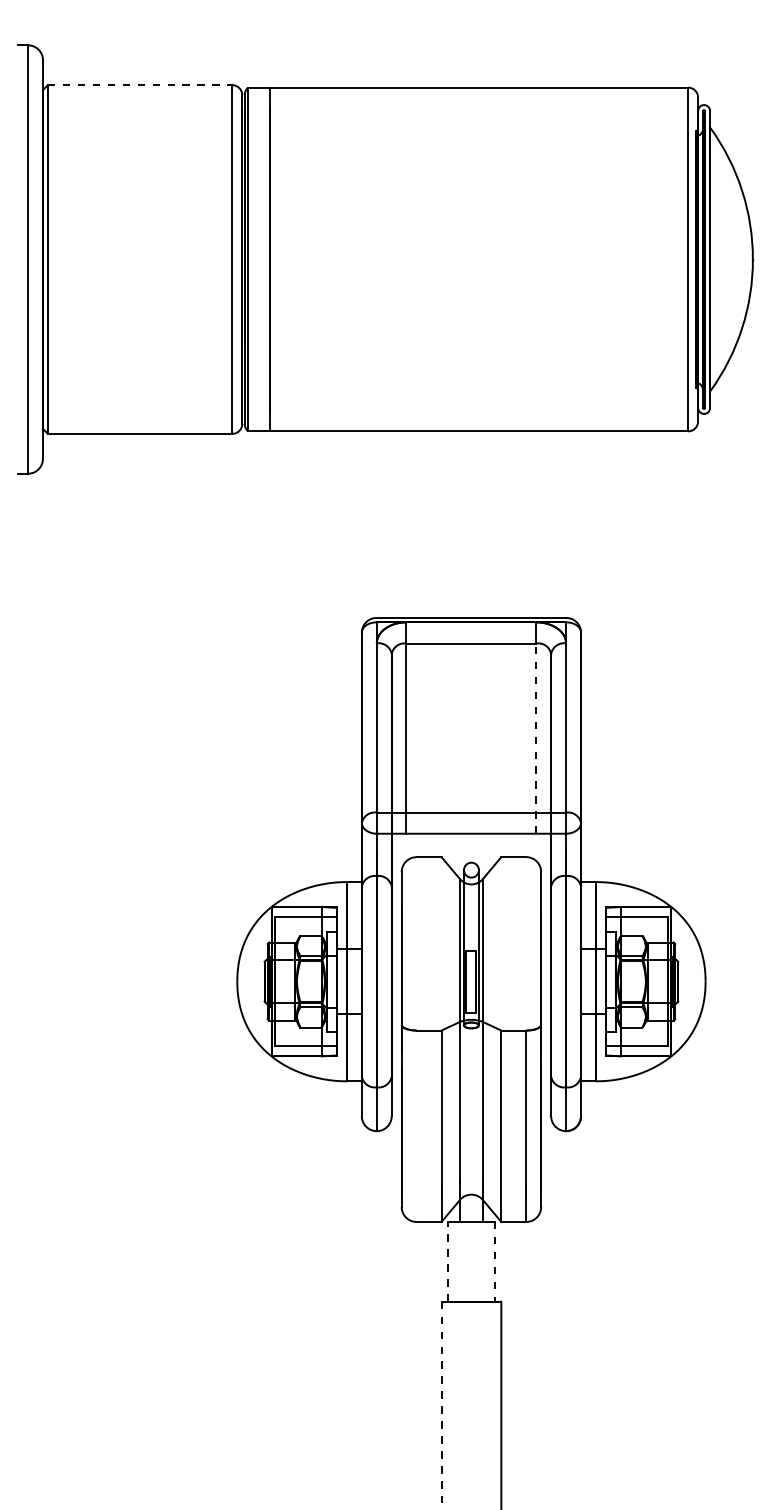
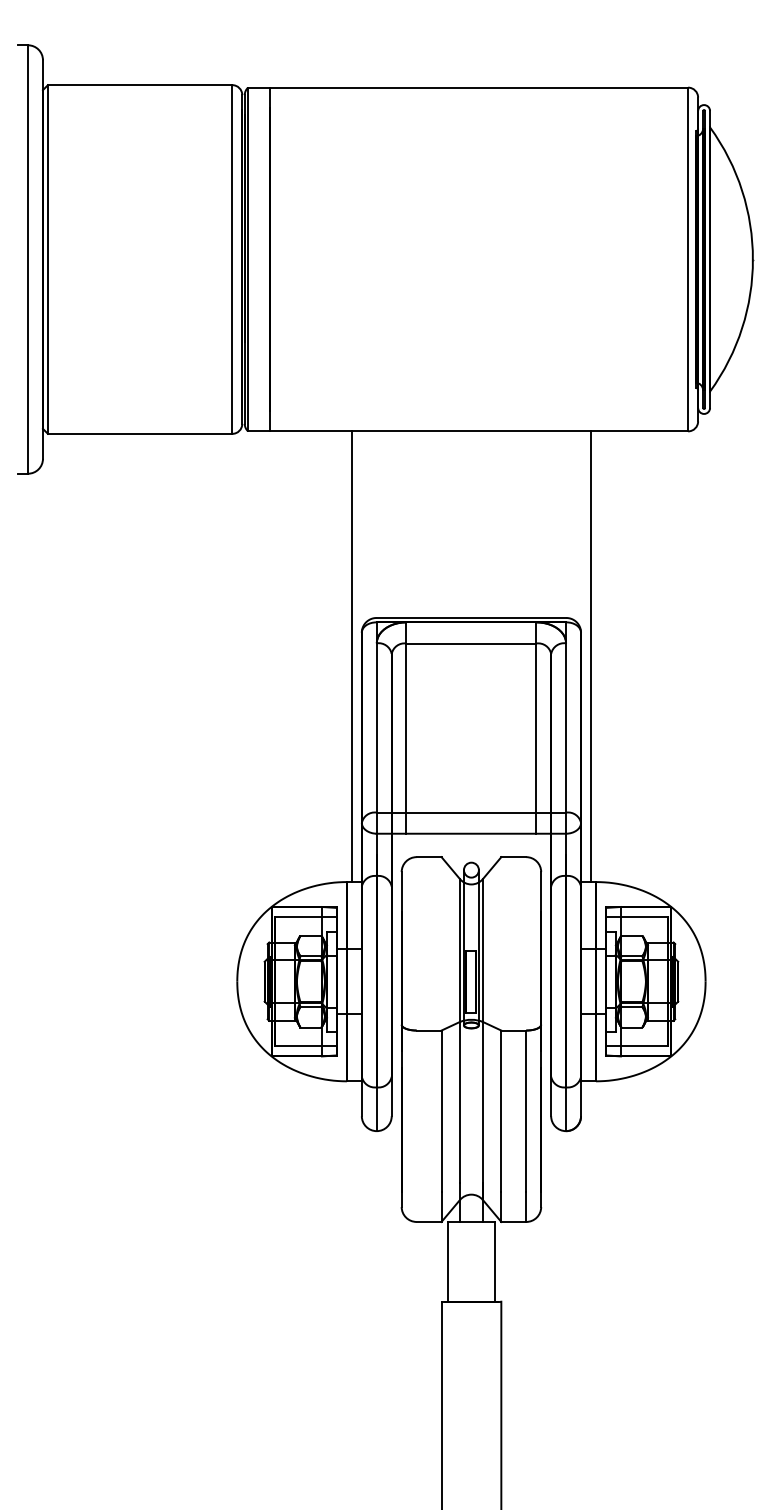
line at (140, 85): dashed -> solid
line at (351, 656): none -> present
line at (591, 656): none -> present
line at (536, 738): dashed -> solid
line at (447, 1261): dashed -> solid
line at (495, 1261): dashed -> solid
line at (441, 1405): dashed -> solid
